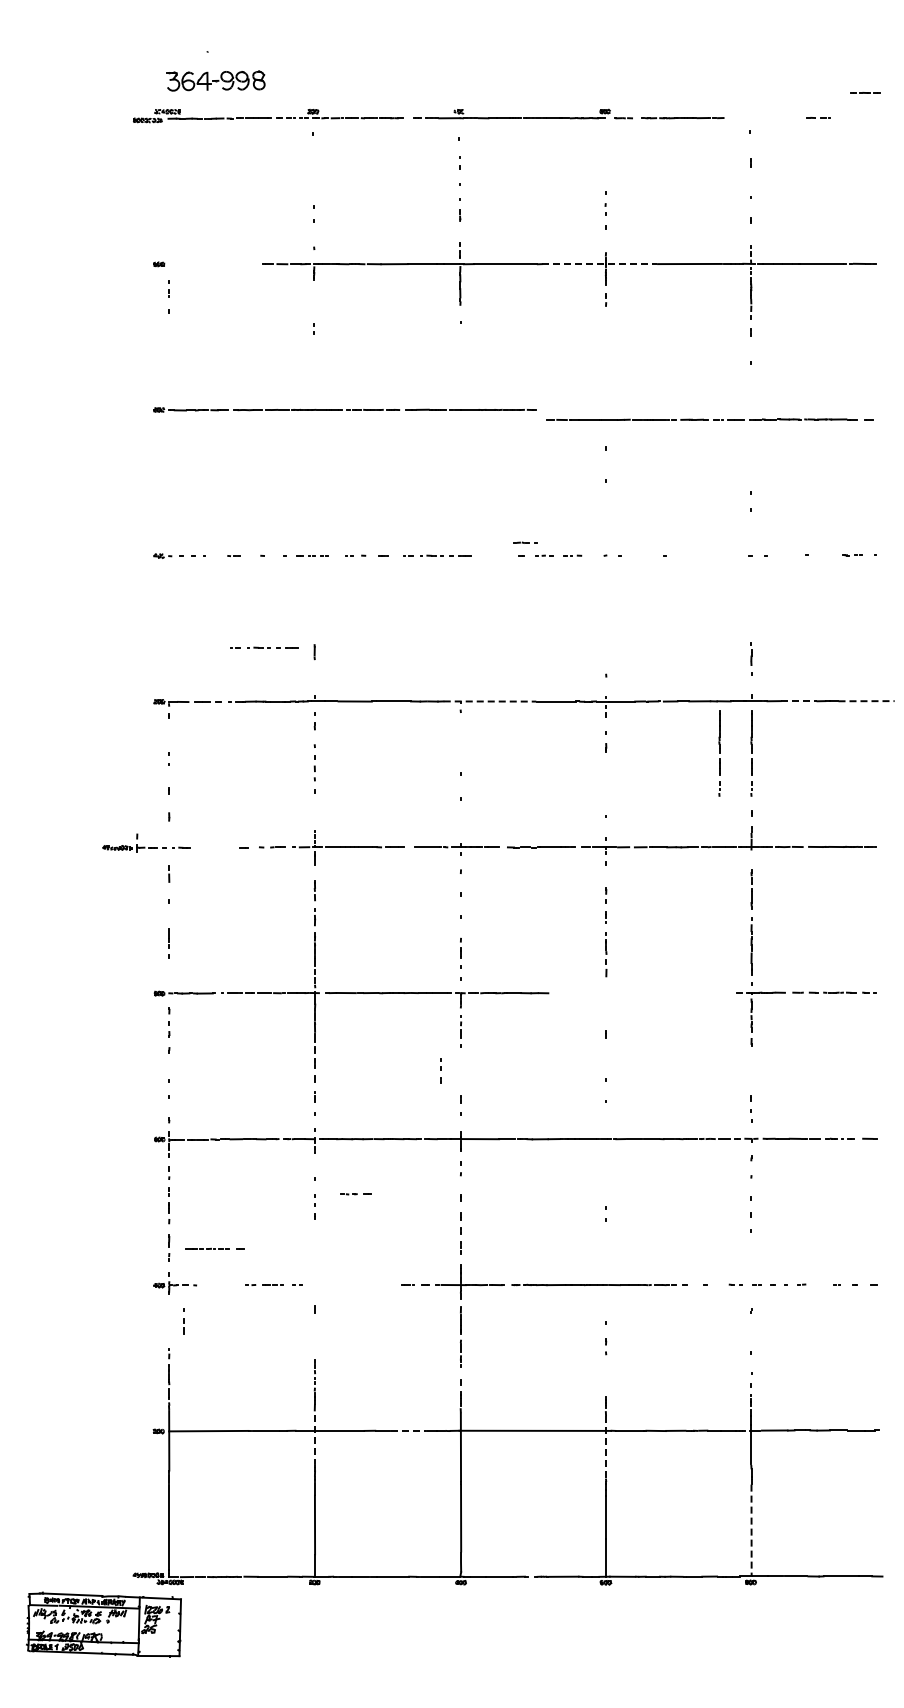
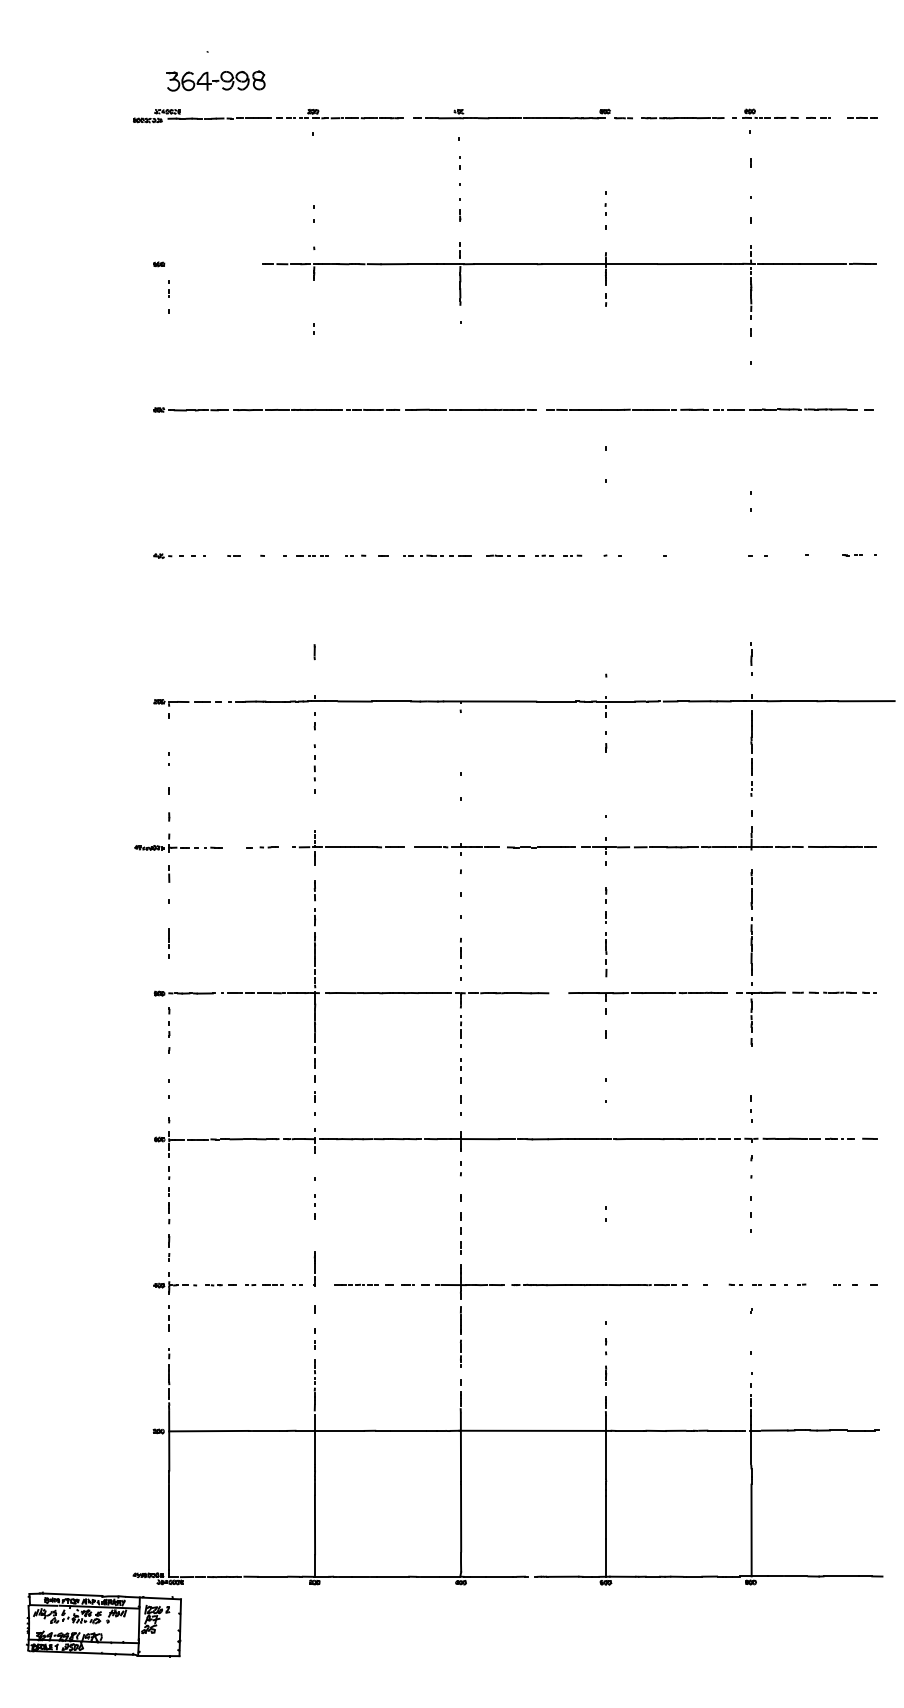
line at (865, 92) position: (865, 92) -> (862, 117)
part at (765, 113): none -> present
line at (600, 264): dashed -> solid
line at (708, 419) position: (708, 419) -> (708, 409)
line at (525, 542) position: (525, 542) -> (498, 555)
part at (264, 647): present -> none
line at (490, 701): dashed -> solid
line at (799, 701): dashed -> solid
line at (867, 701): dashed -> solid
line at (719, 753): present -> none
part at (146, 842) position: (146, 842) -> (178, 842)
part at (262, 847) size: 47x3 px -> 33x3 px
part at (647, 993): none -> present
line at (440, 1070) position: (440, 1070) -> (460, 1070)
part at (355, 1194) position: (355, 1194) -> (220, 1285)
part at (214, 1248) position: (214, 1248) -> (363, 1284)
line at (314, 1268): none -> present
line at (183, 1321) position: (183, 1321) -> (168, 1318)
line at (314, 1340): none -> present
line at (606, 1375): none -> present
line at (408, 1430): dashed -> solid
line at (314, 1439): dashed -> solid
line at (606, 1447): dashed -> solid
line at (751, 1530): dashed -> solid
